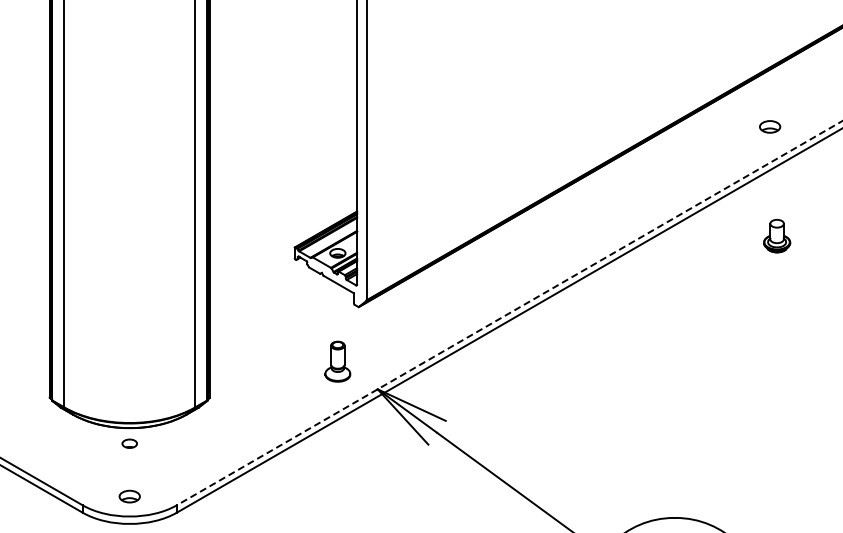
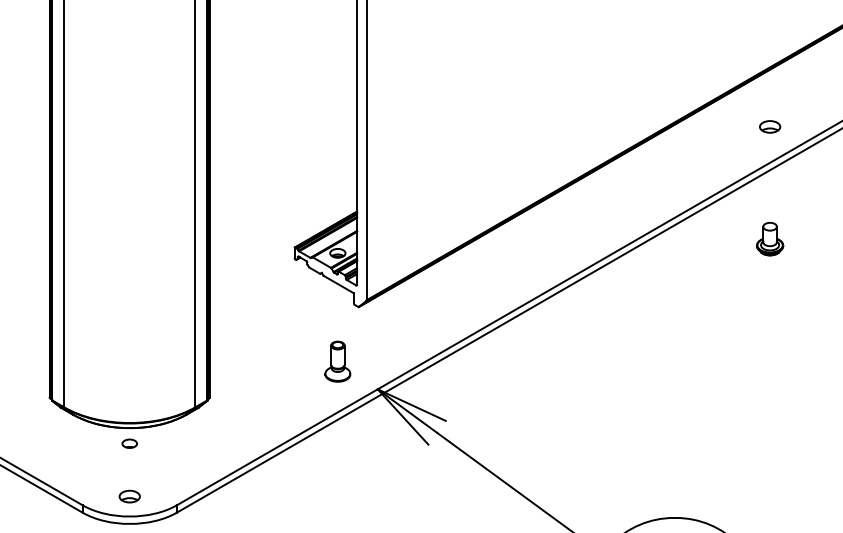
part at (777, 236) position: (777, 236) -> (770, 239)
line at (509, 313): dashed -> solid
